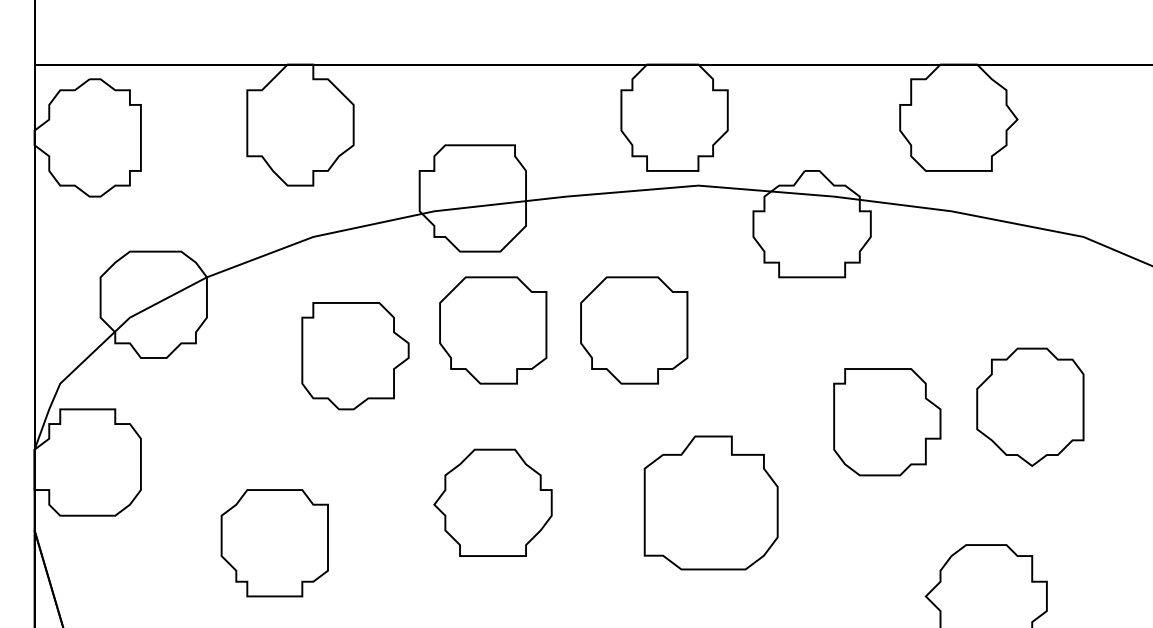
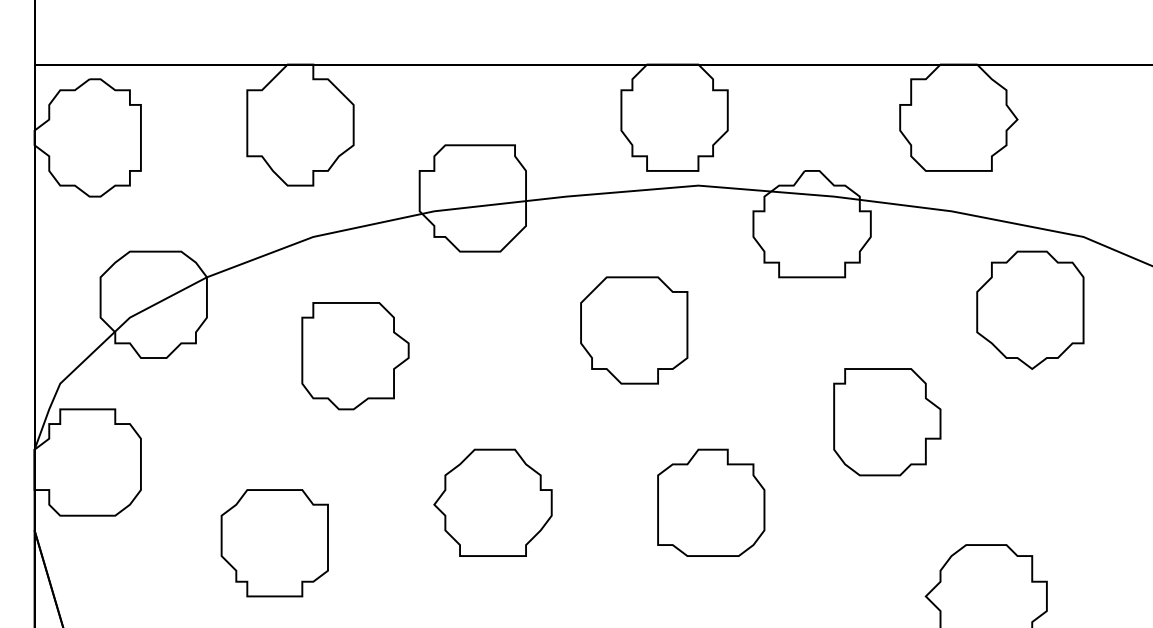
part at (493, 330): present -> none
part at (1030, 406) position: (1030, 406) -> (1030, 309)
part at (710, 502) size: 136x136 px -> 109x109 px
